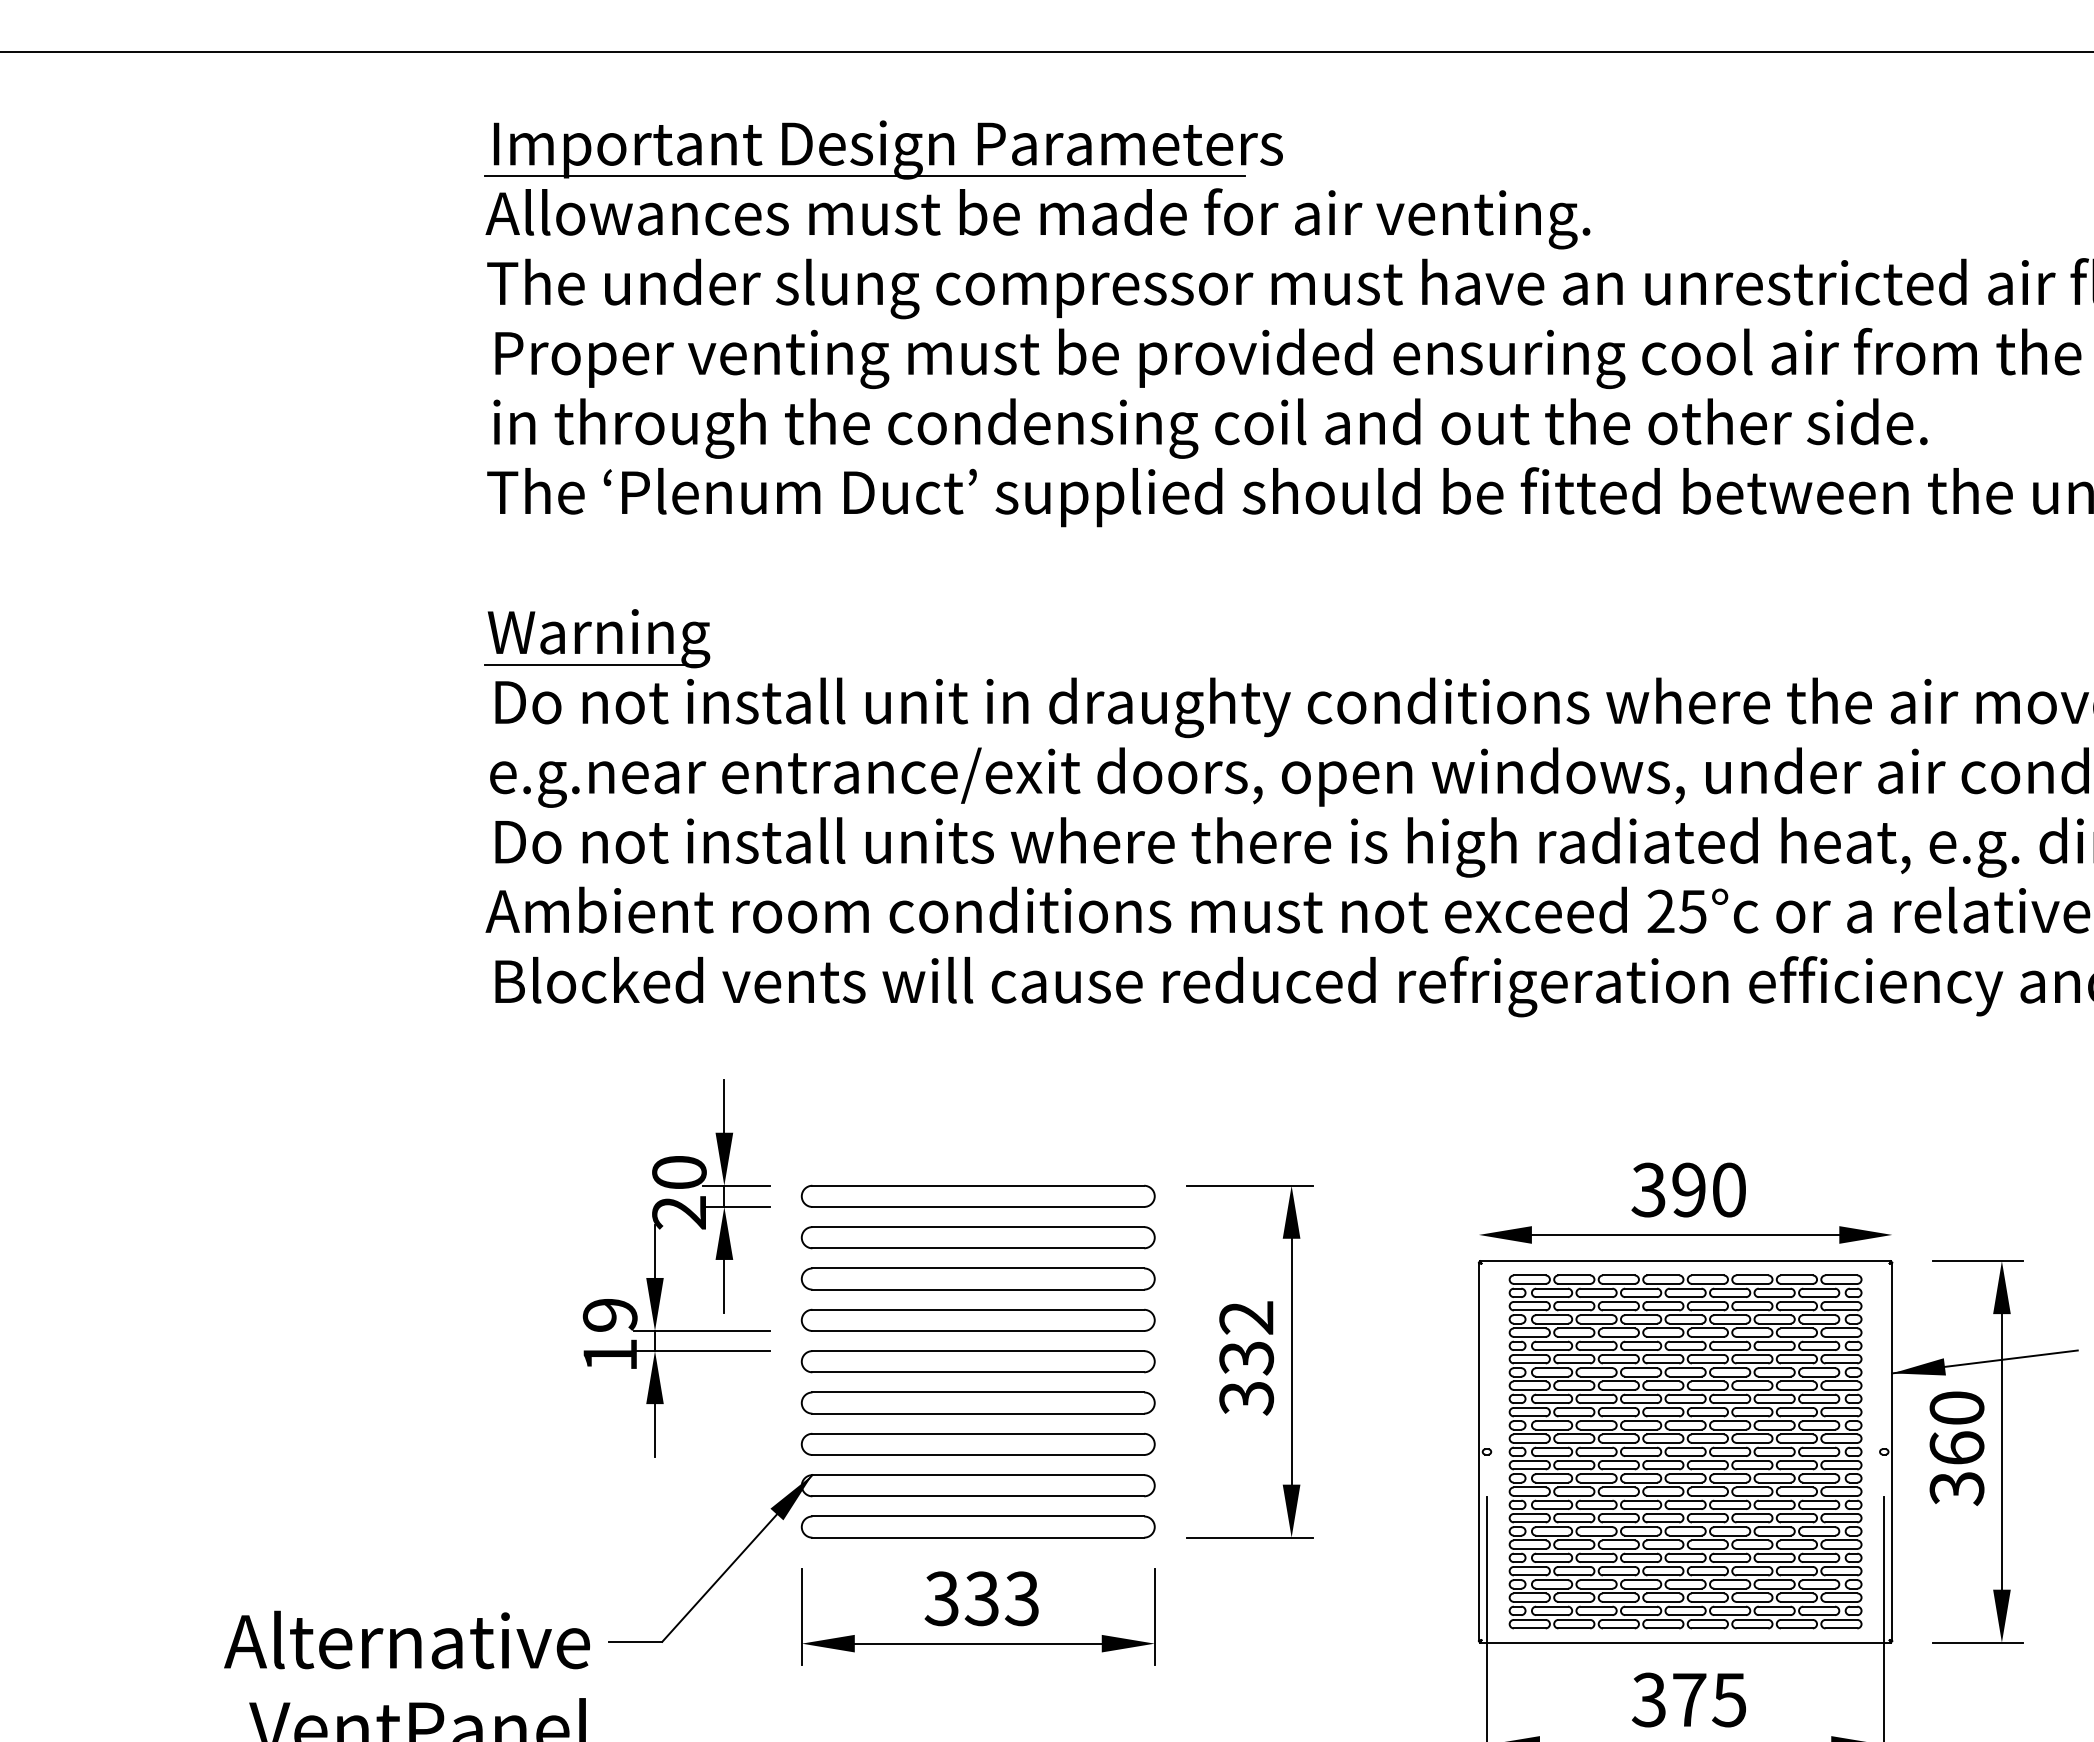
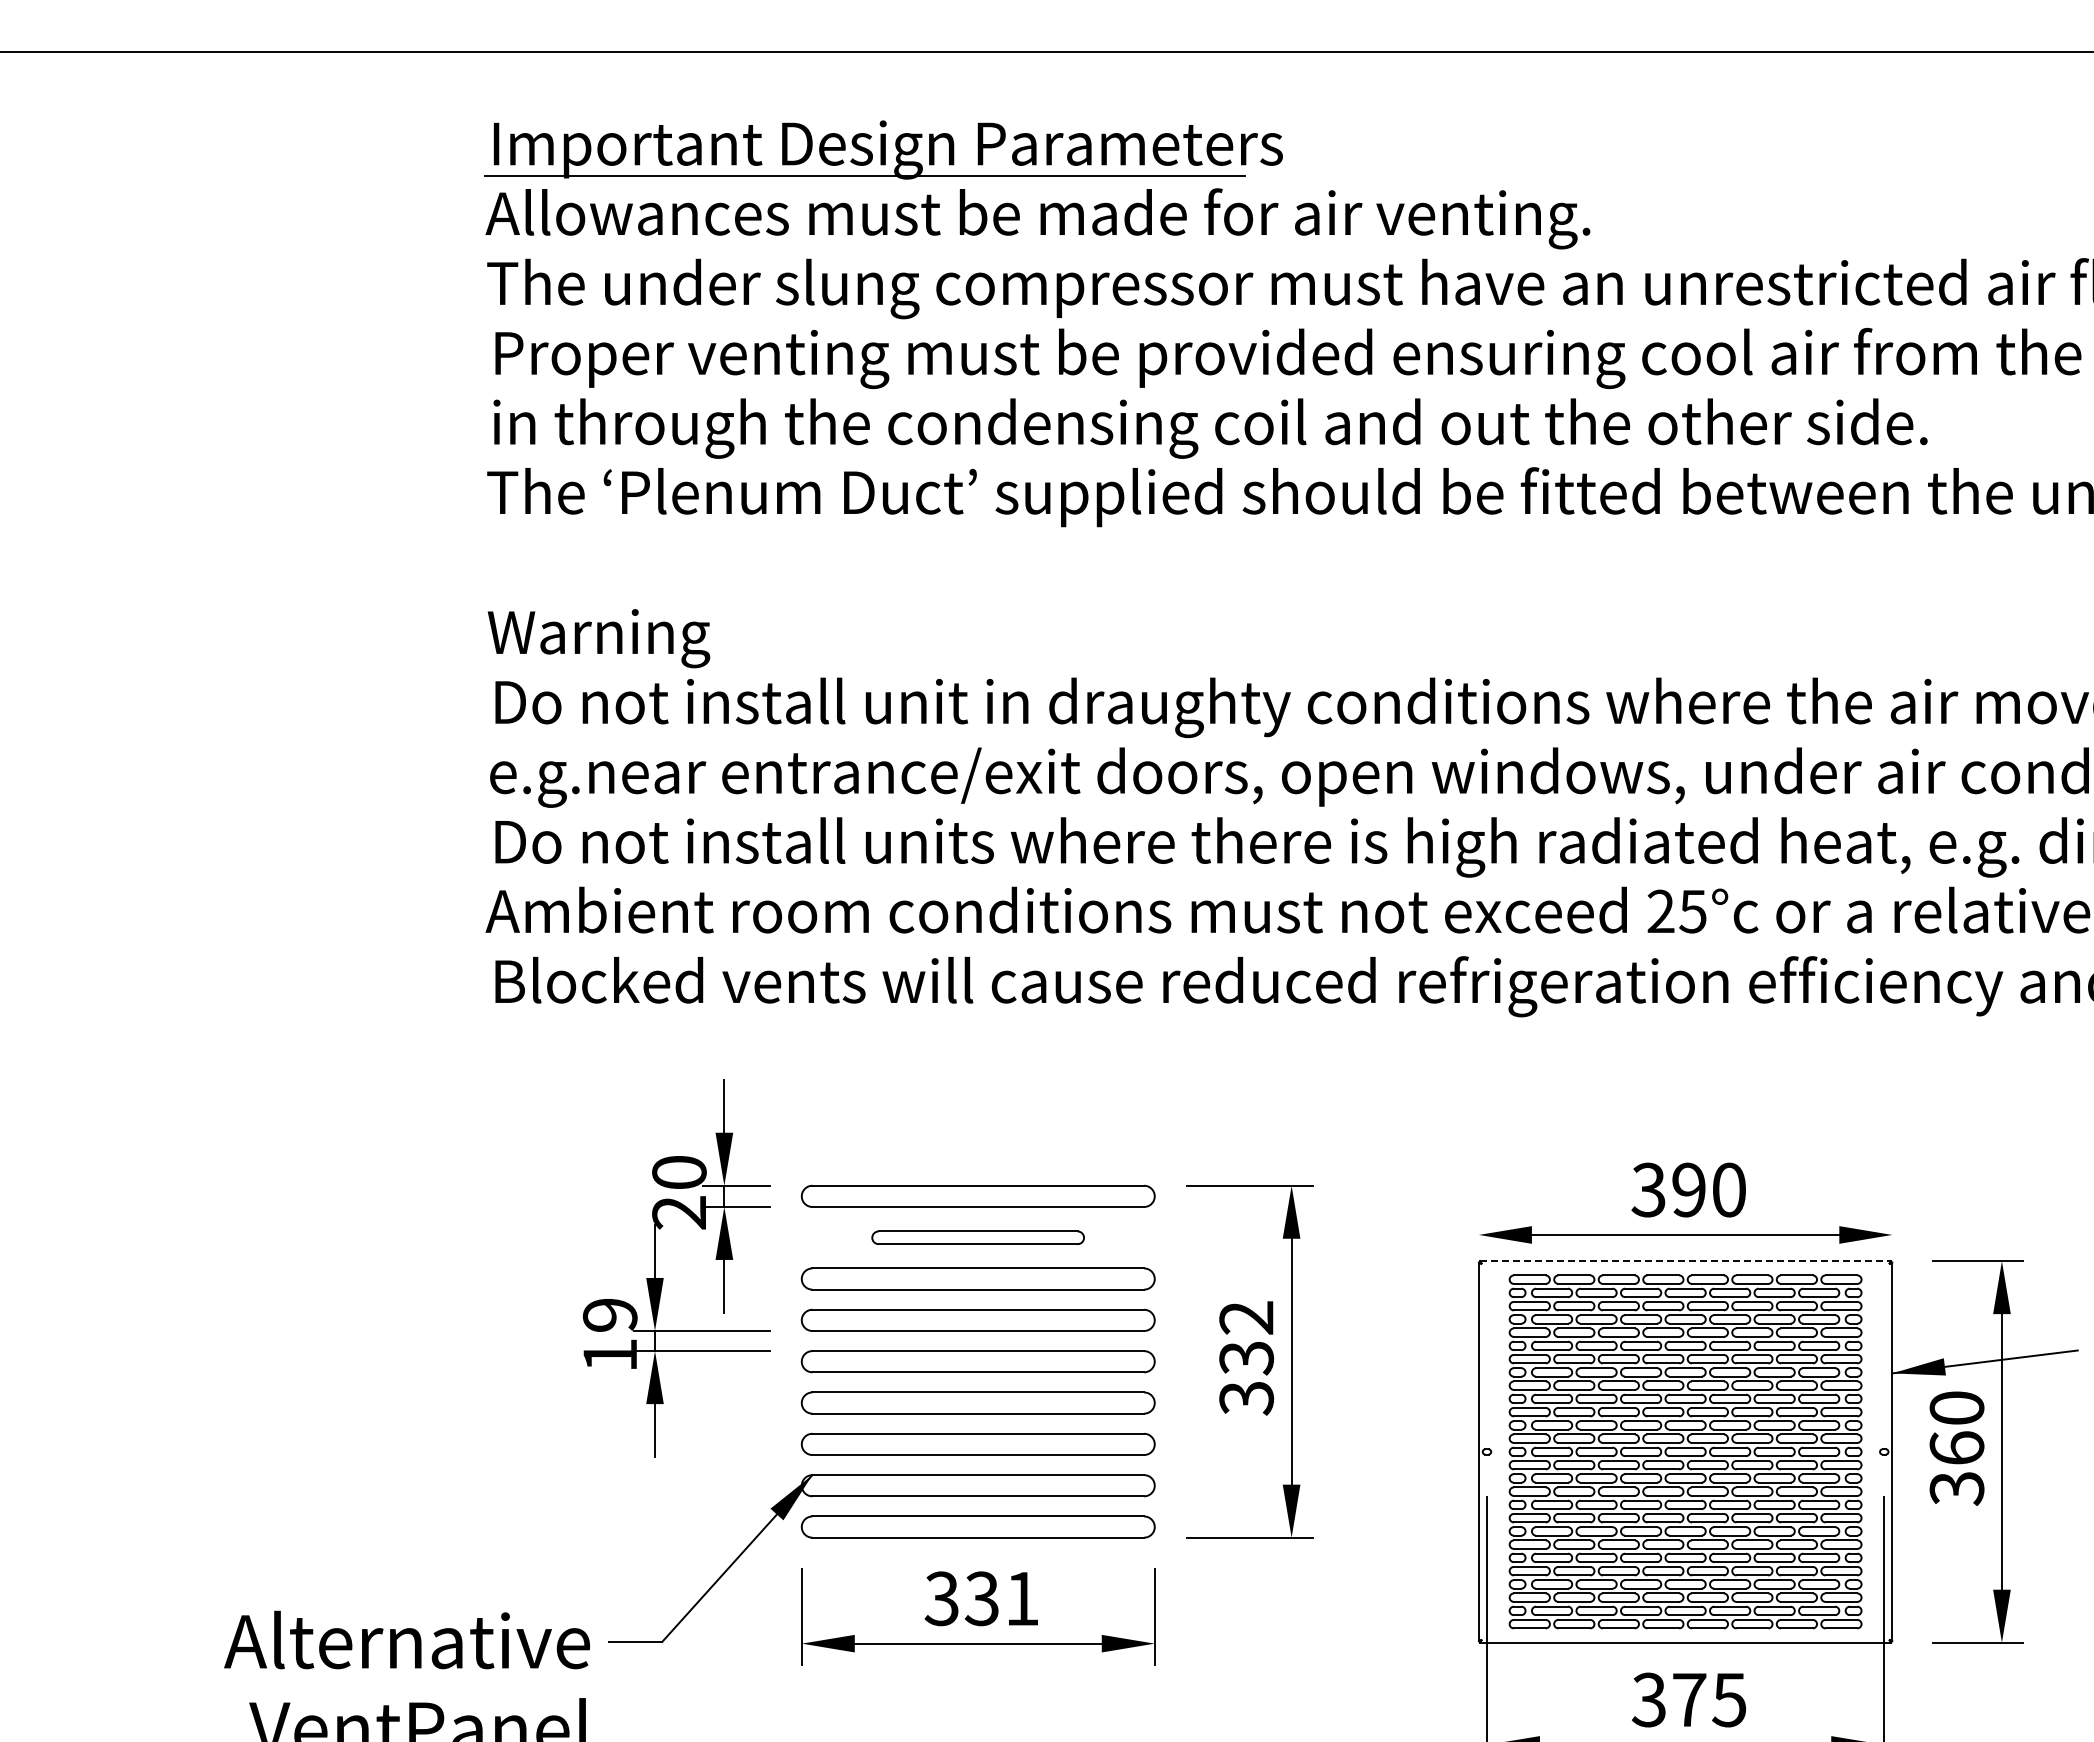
line at (592, 664): present -> none
part at (977, 1237) size: 356x24 px -> 214x15 px
line at (1686, 1261): solid -> dashed
text at (1021, 1598): 333 -> 331
